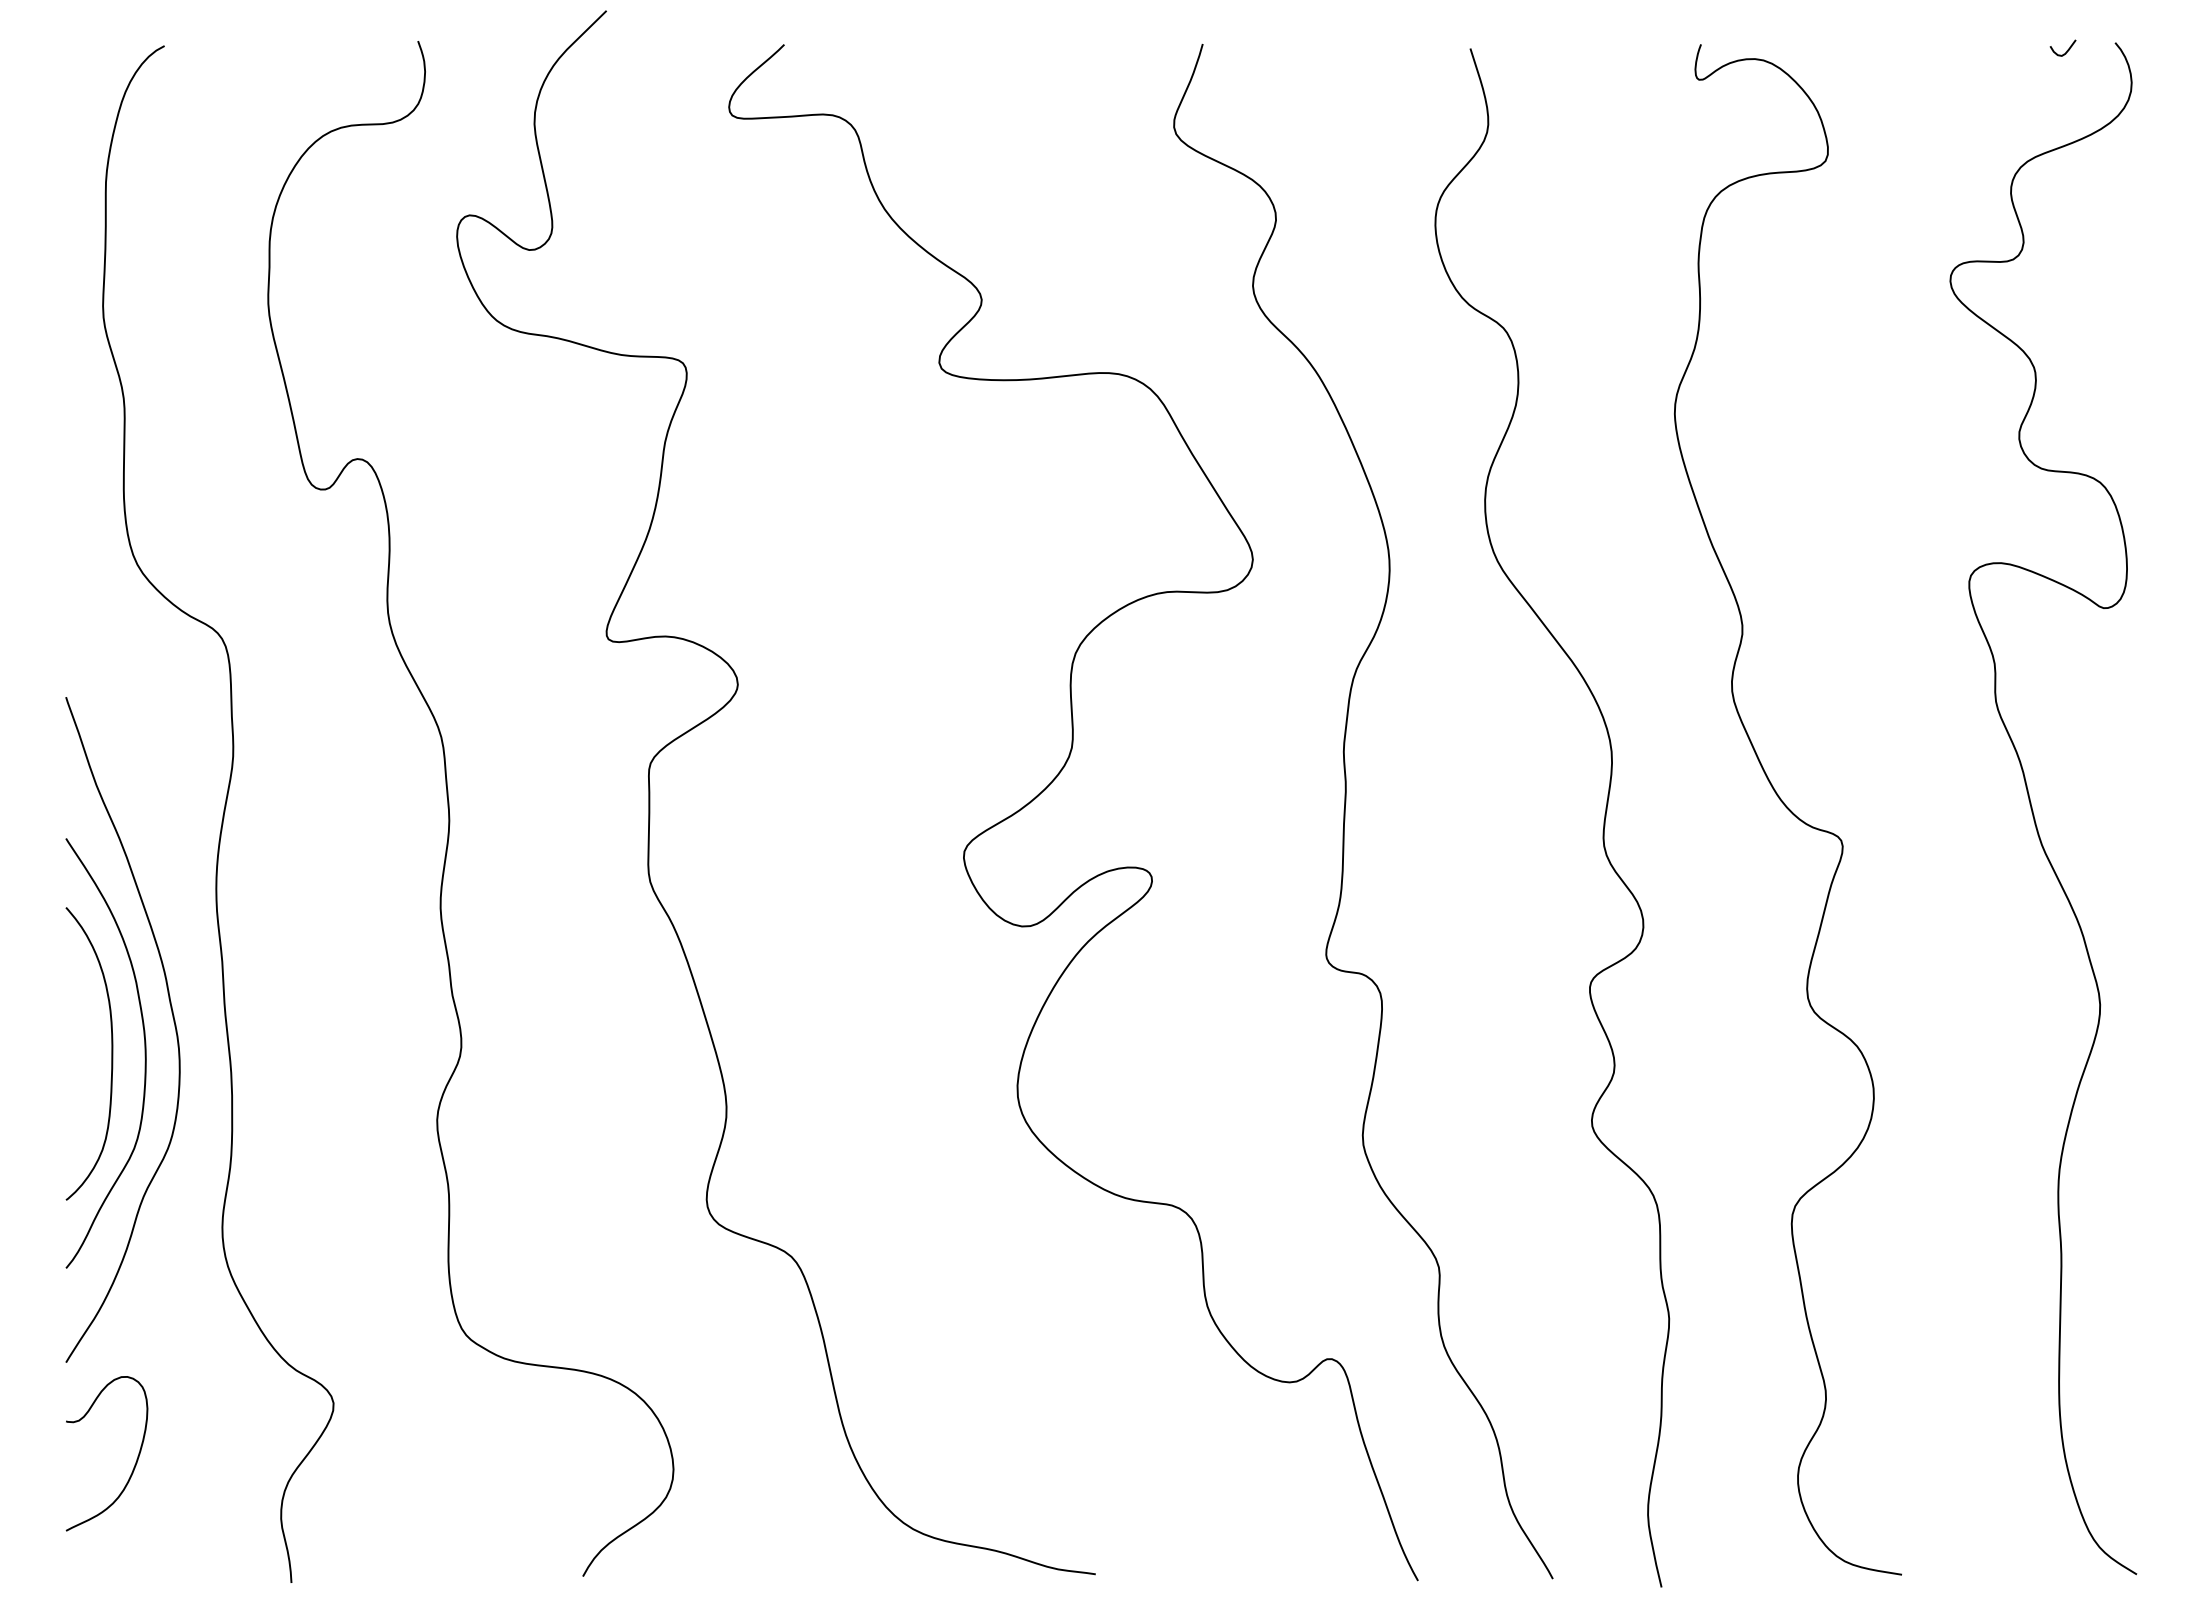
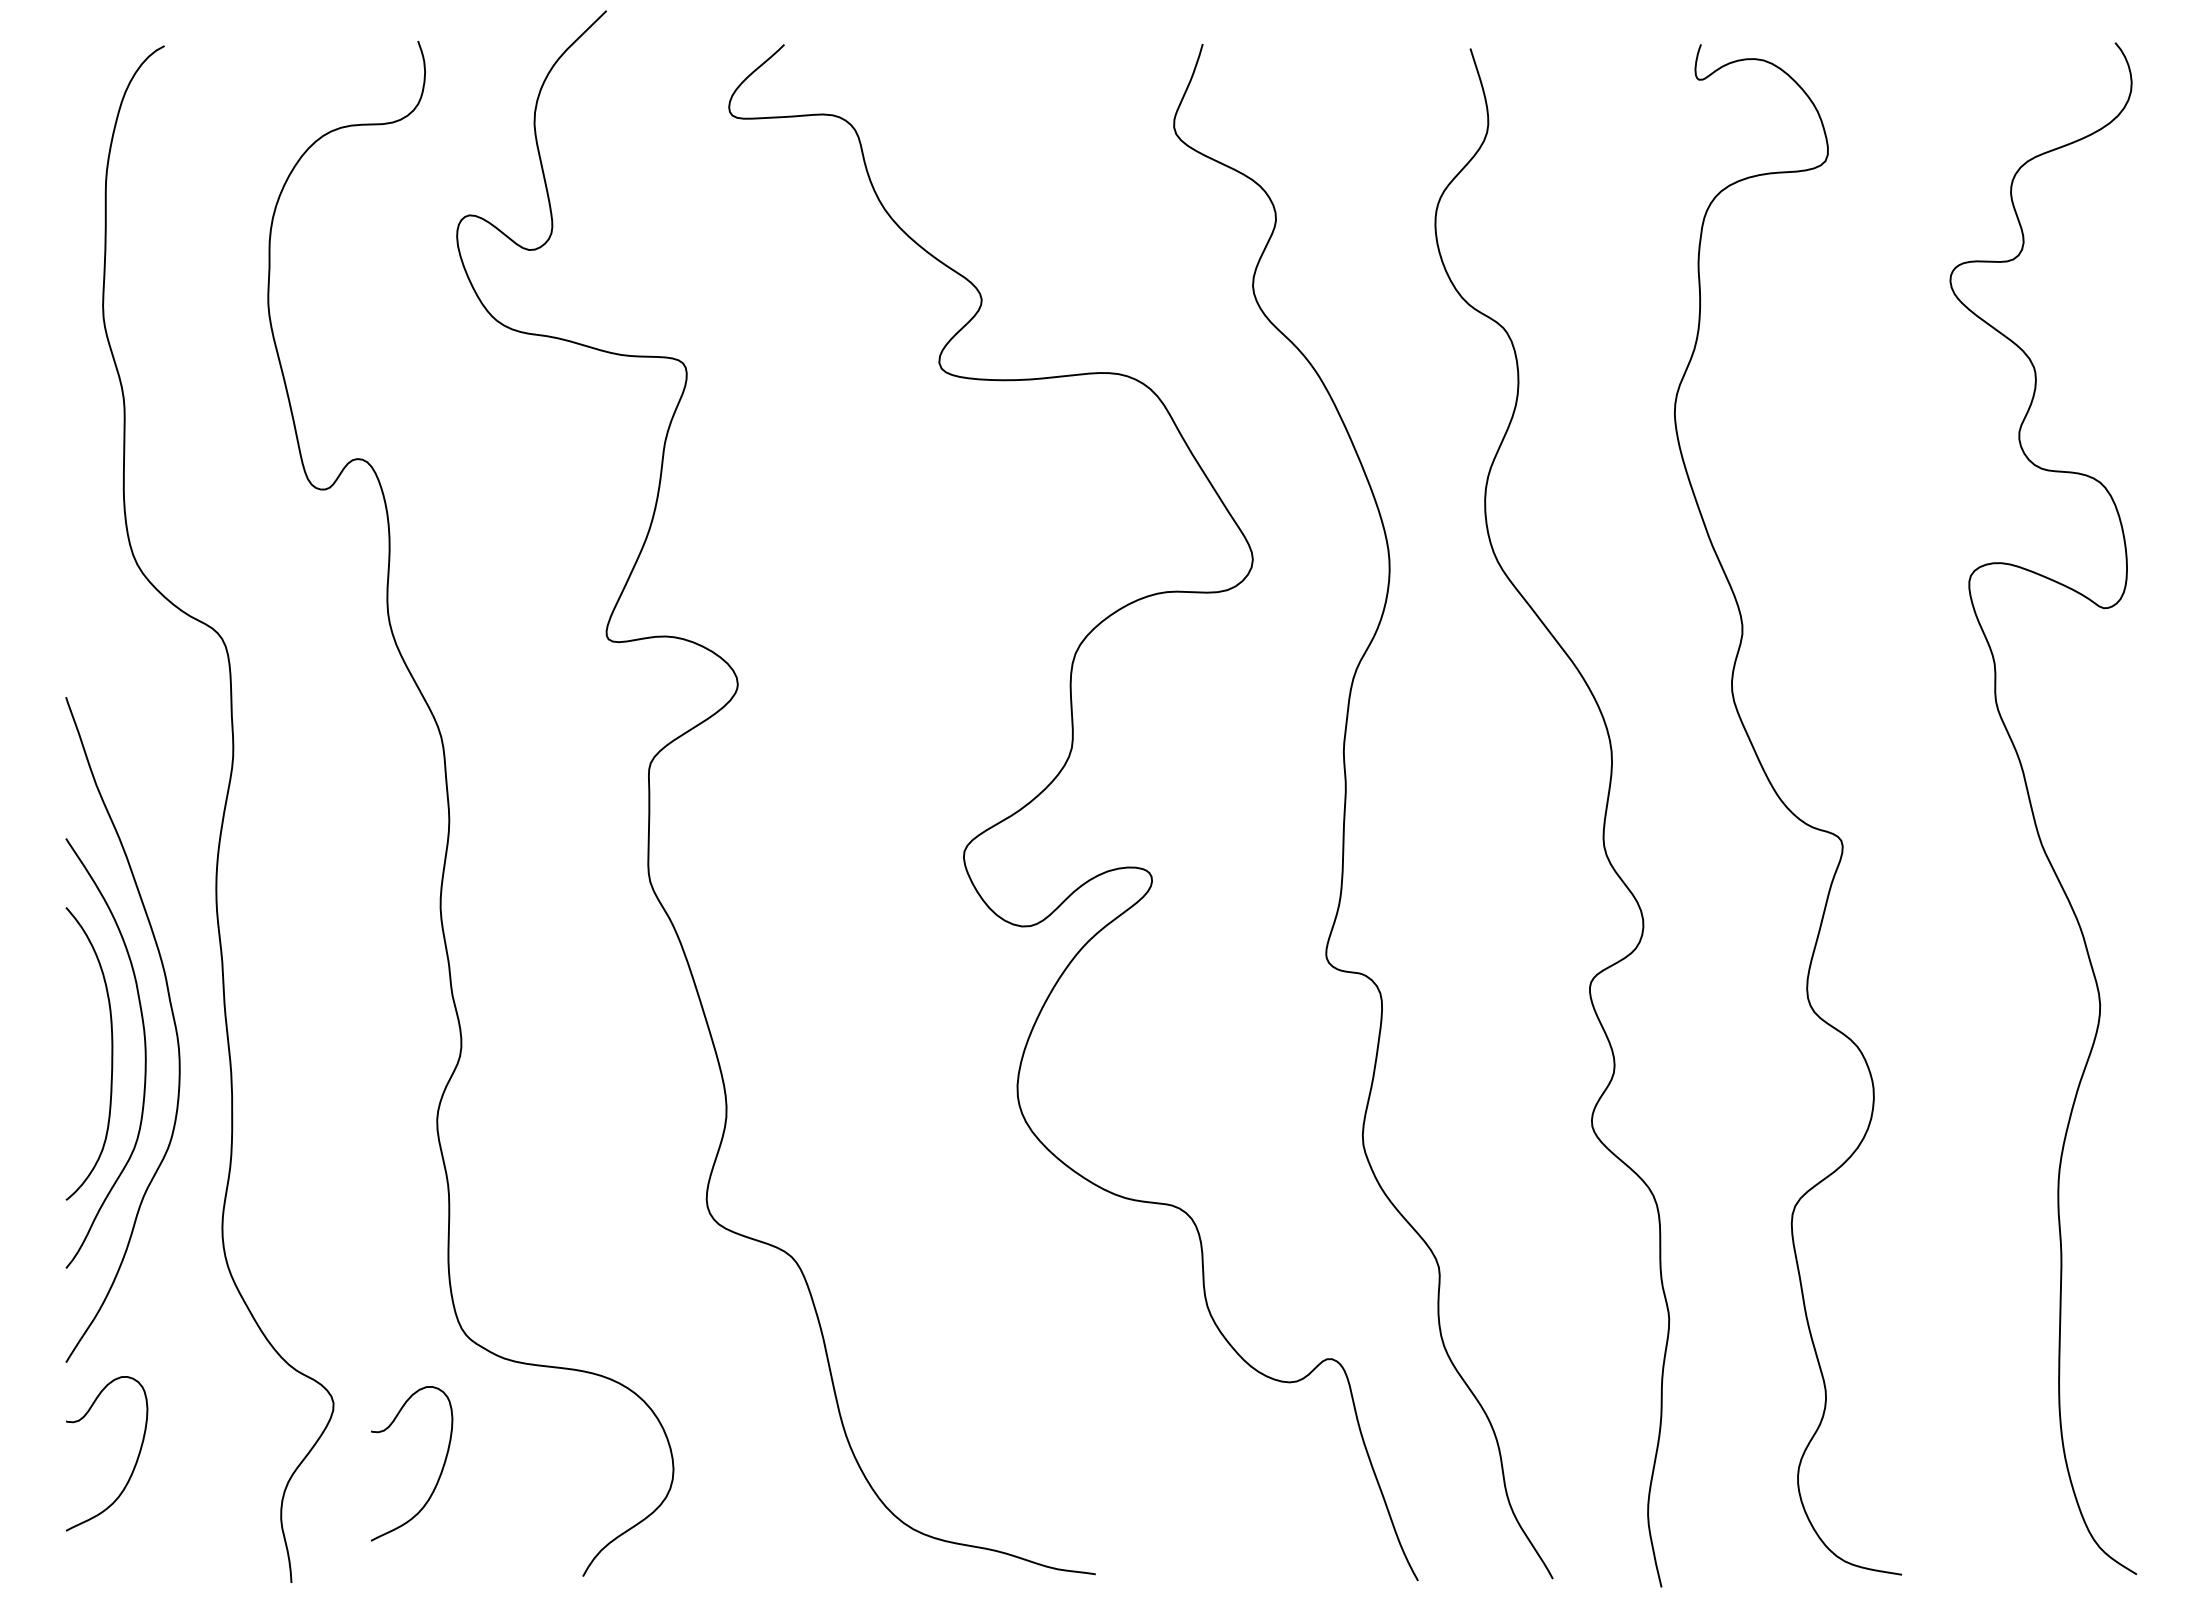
curve at (2066, 50): present -> none
curve at (439, 1474): none -> present
